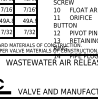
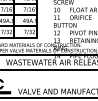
line at (48, 69): none -> present
